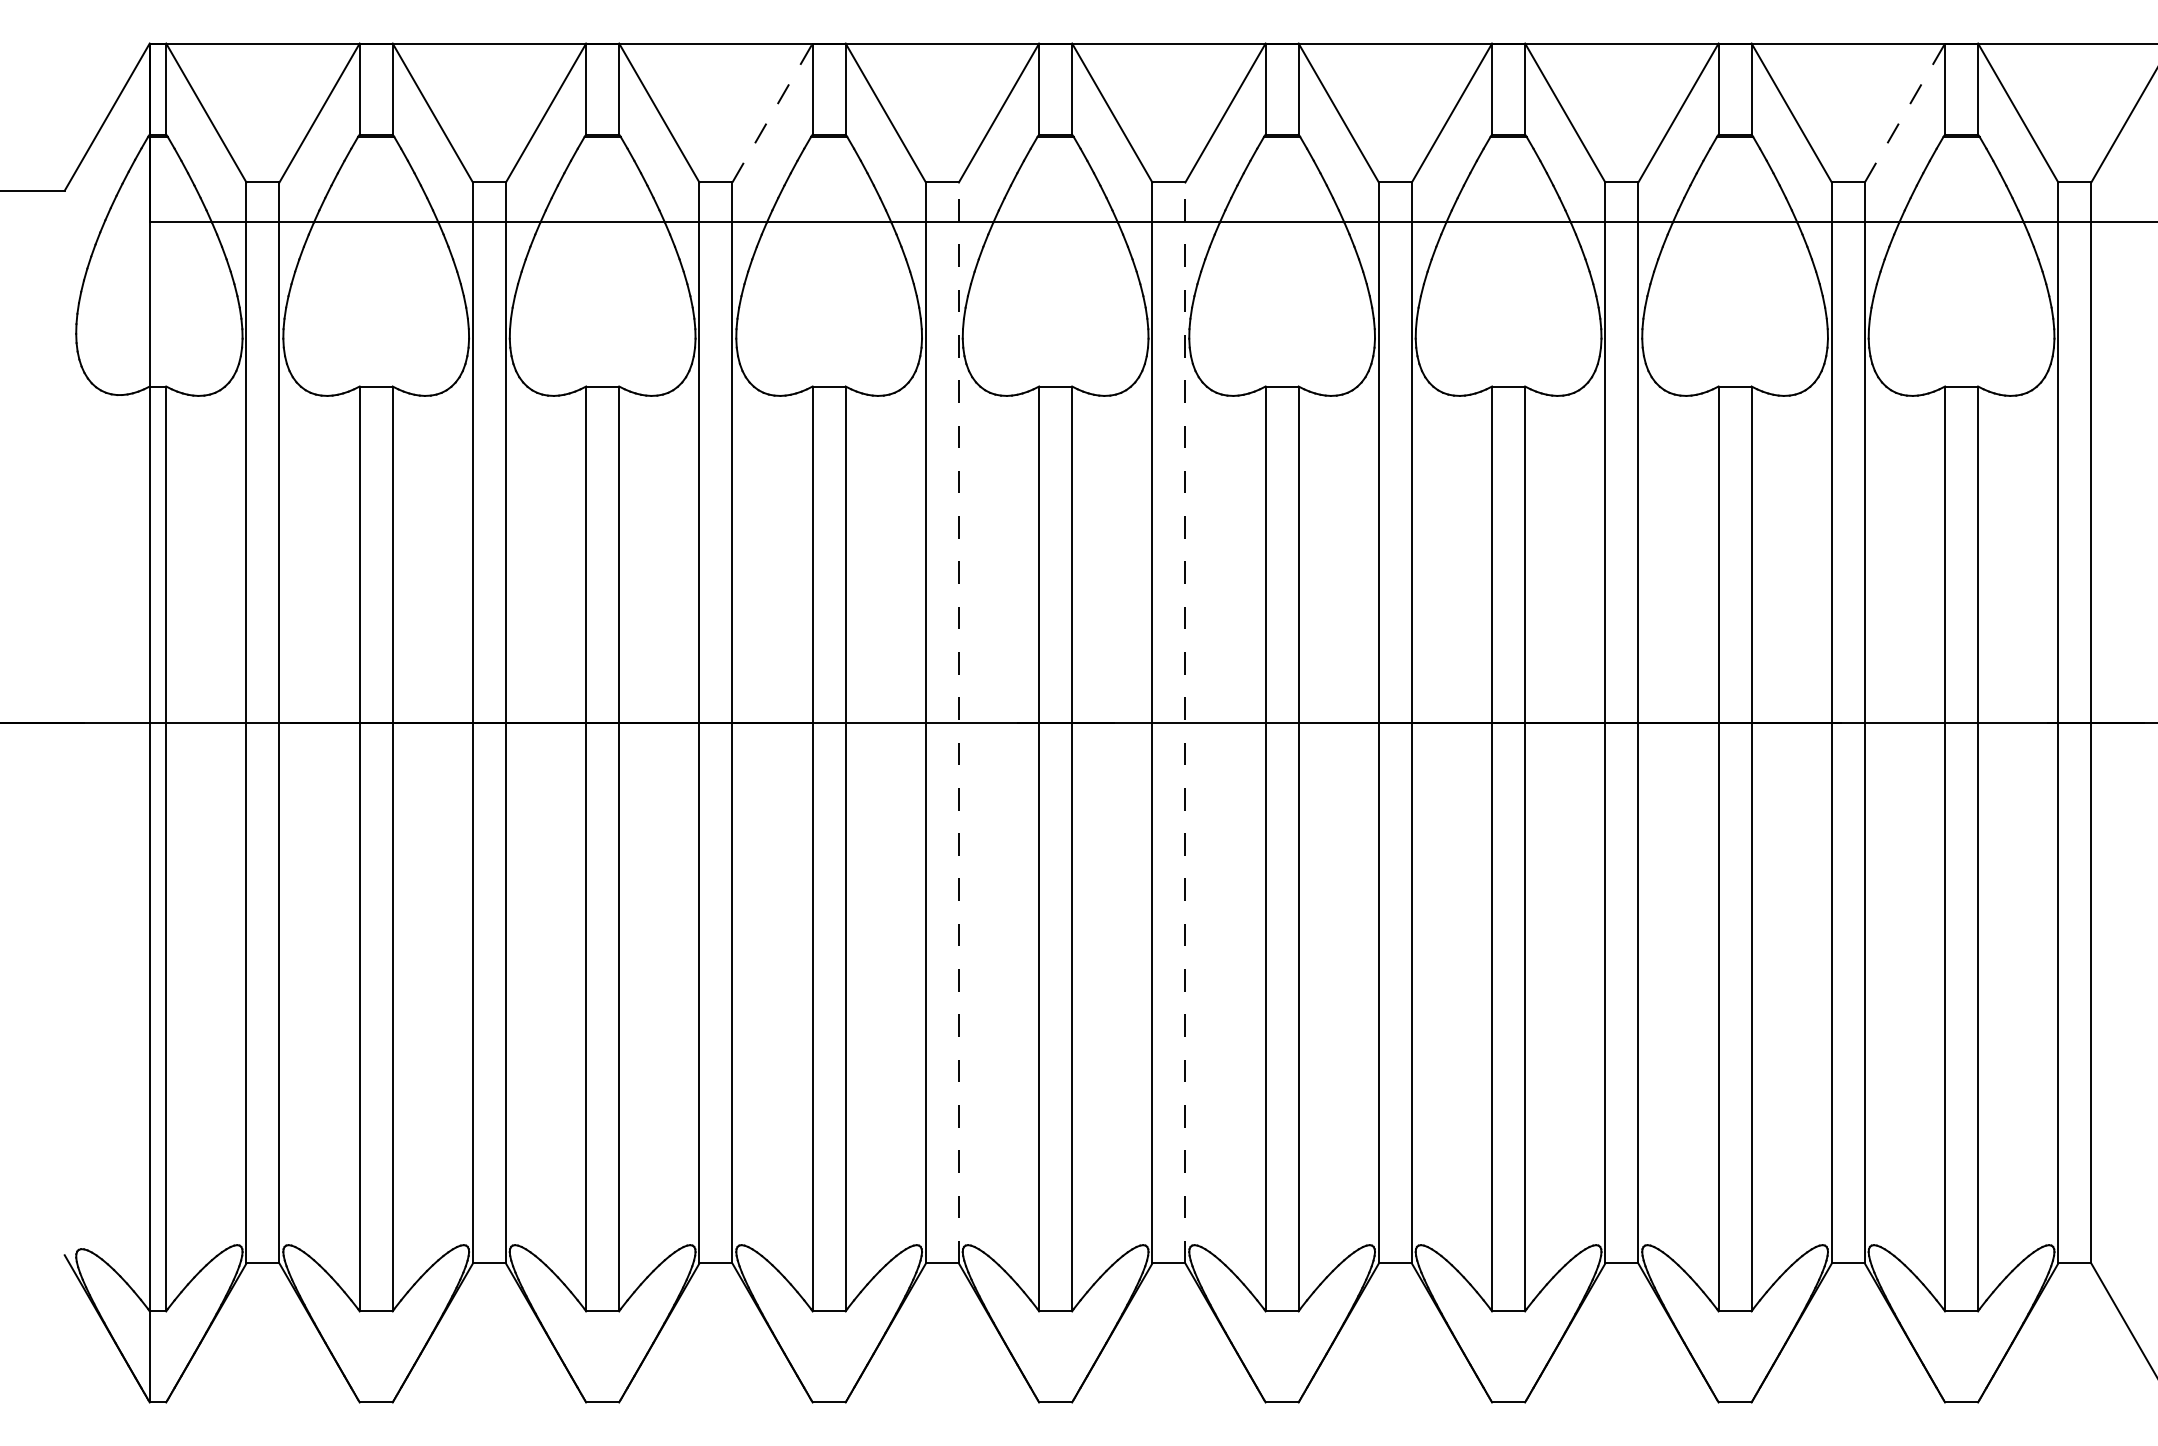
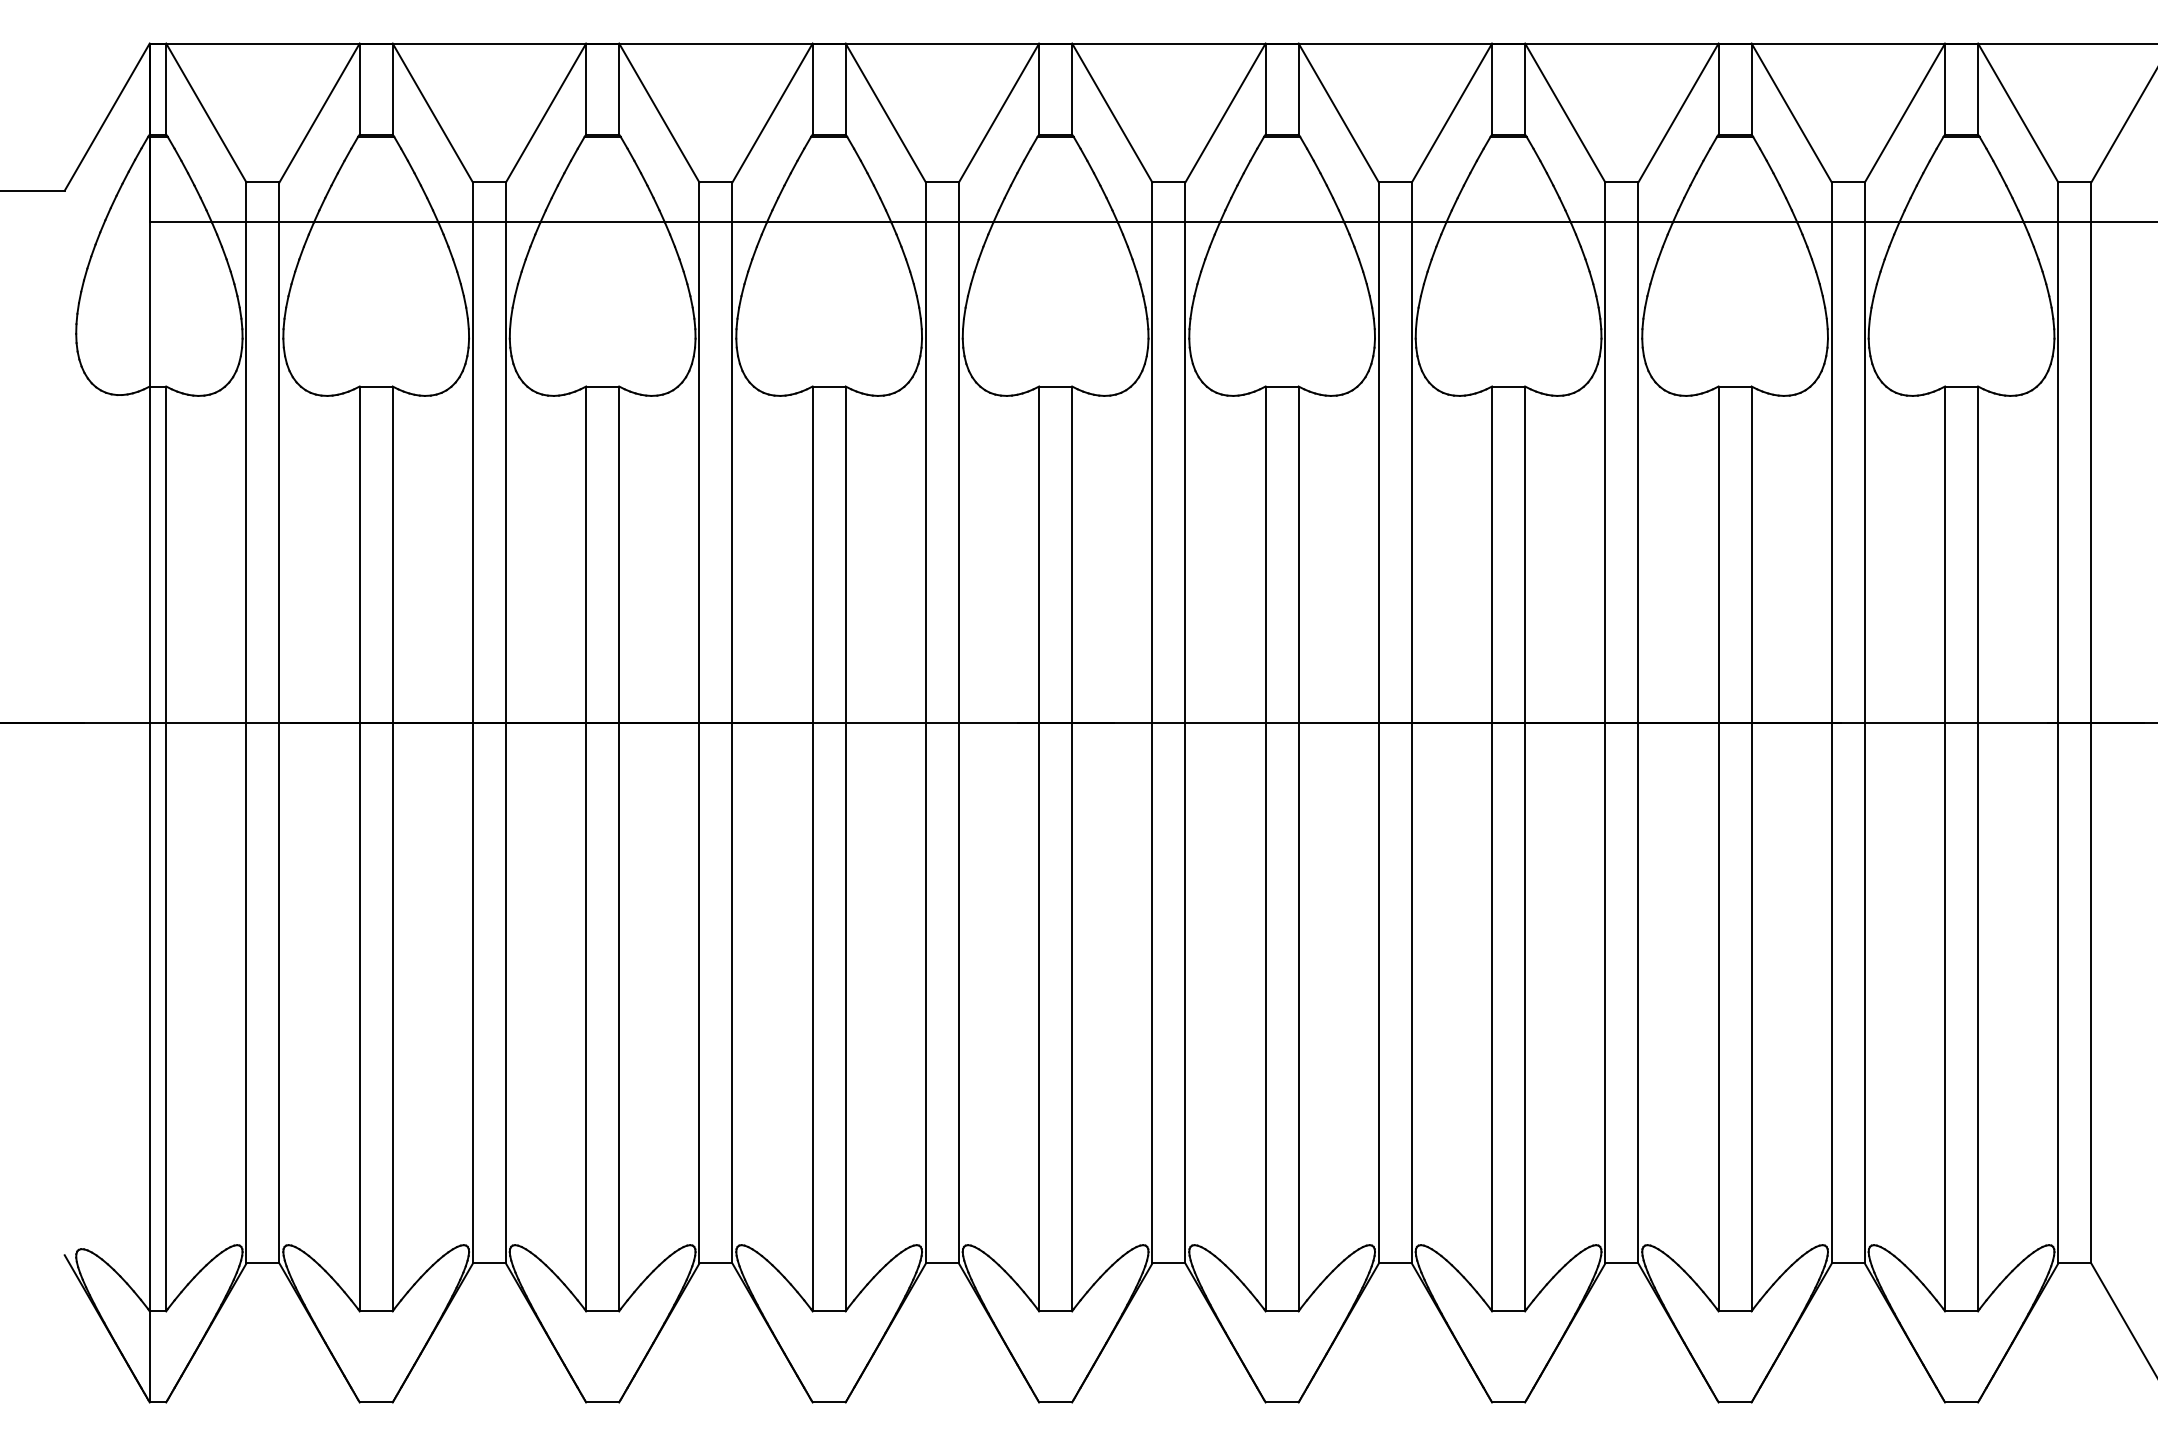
line at (772, 112): dashed -> solid
line at (1905, 112): dashed -> solid
line at (958, 722): dashed -> solid
line at (1185, 722): dashed -> solid
